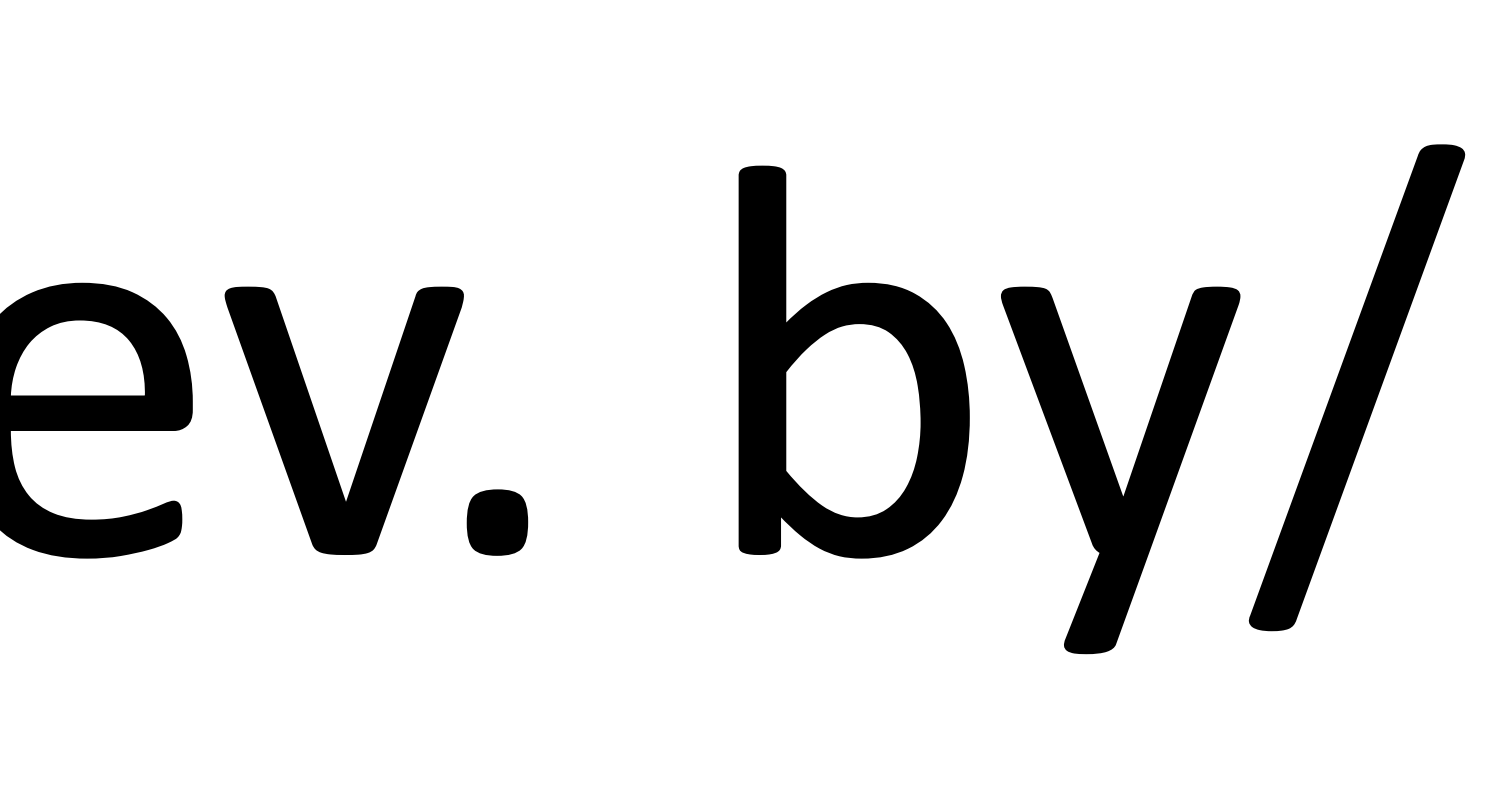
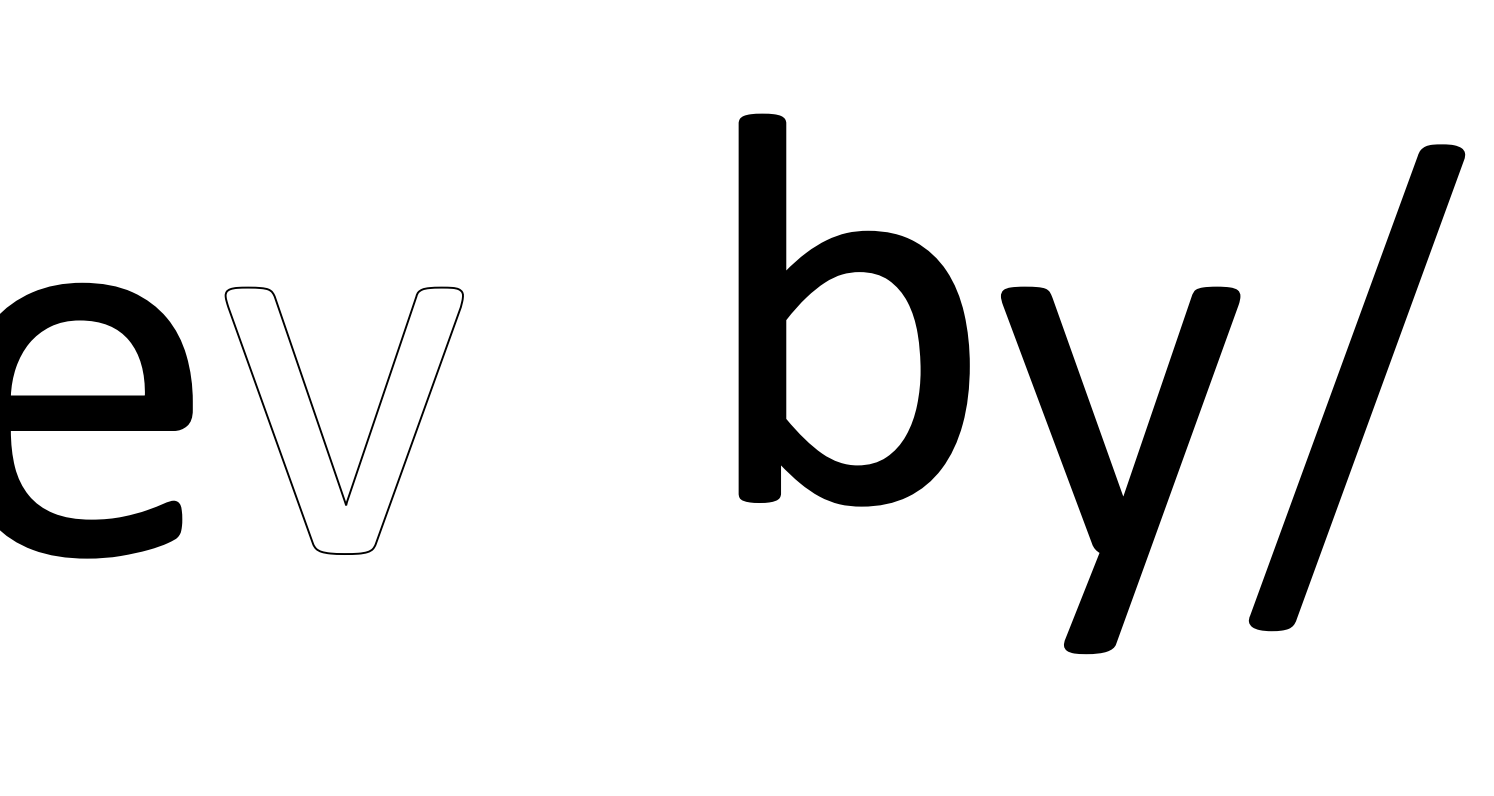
part at (853, 361) position: (853, 361) -> (853, 309)
fill at (344, 420): present -> none
part at (497, 522): present -> none
